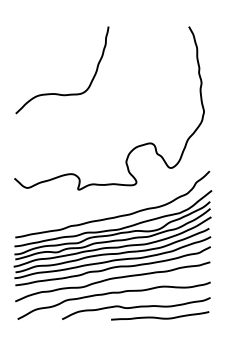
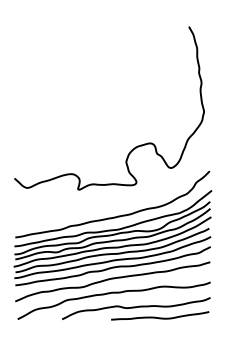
curve at (59, 93): present -> none
